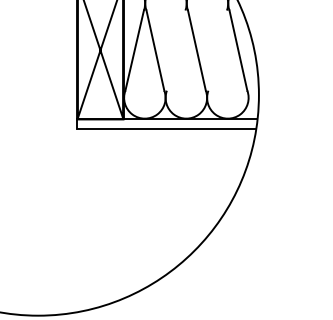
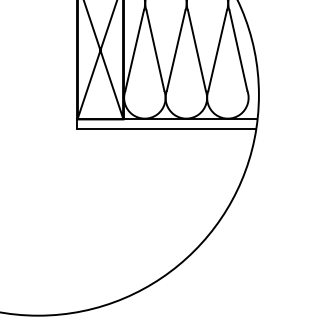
line at (175, 50): none -> present
line at (217, 50): none -> present
